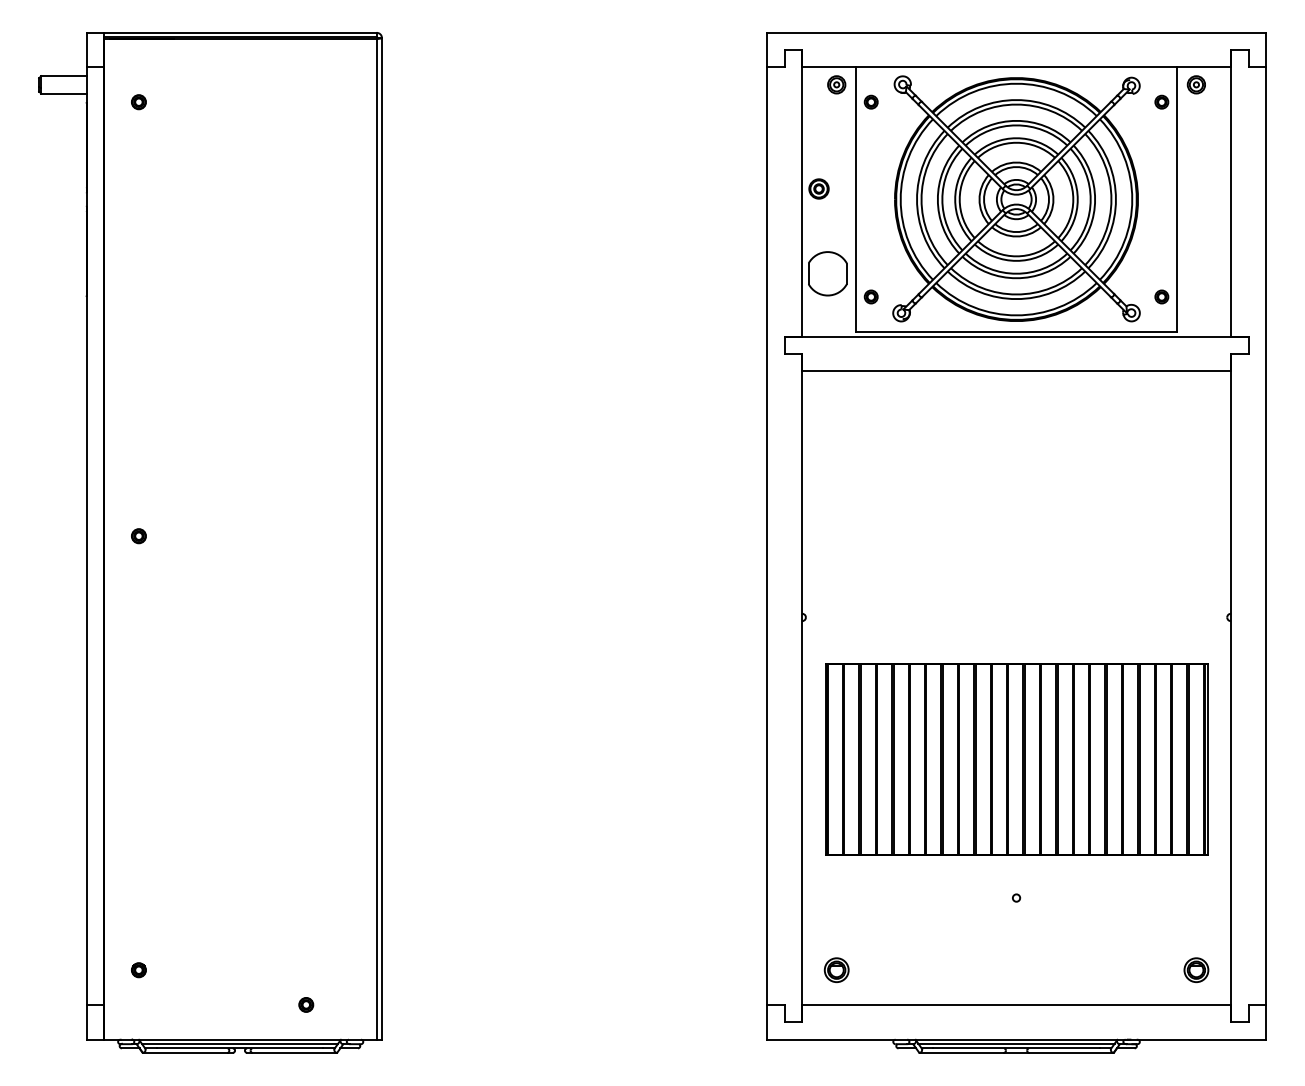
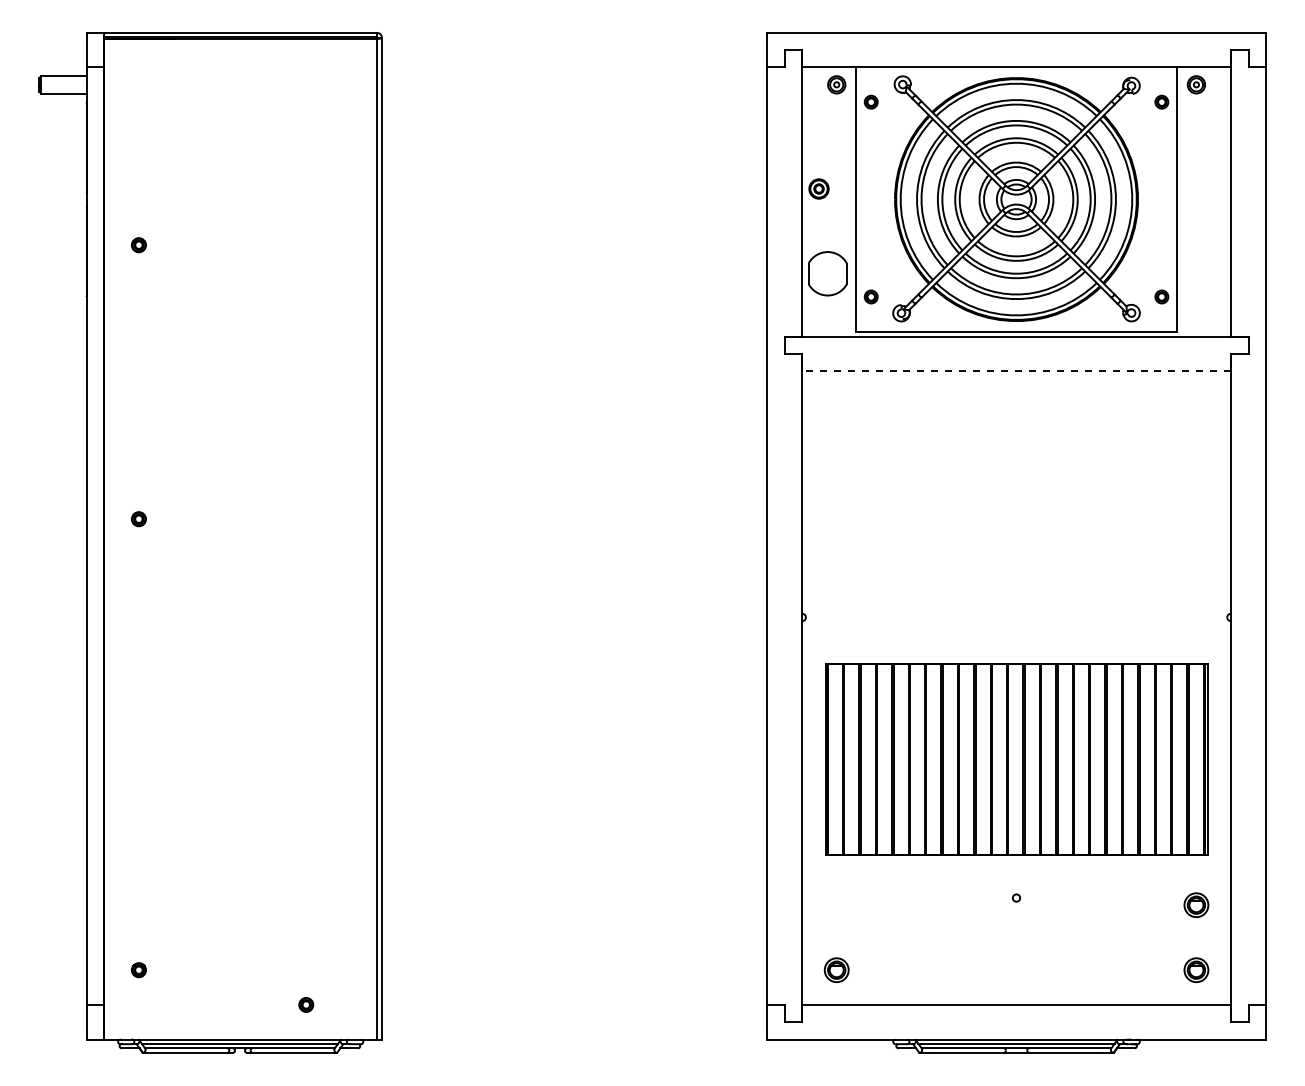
part at (138, 102) position: (138, 102) -> (138, 245)
line at (1016, 371): solid -> dashed
part at (138, 536) position: (138, 536) -> (138, 519)
part at (1196, 905): none -> present
